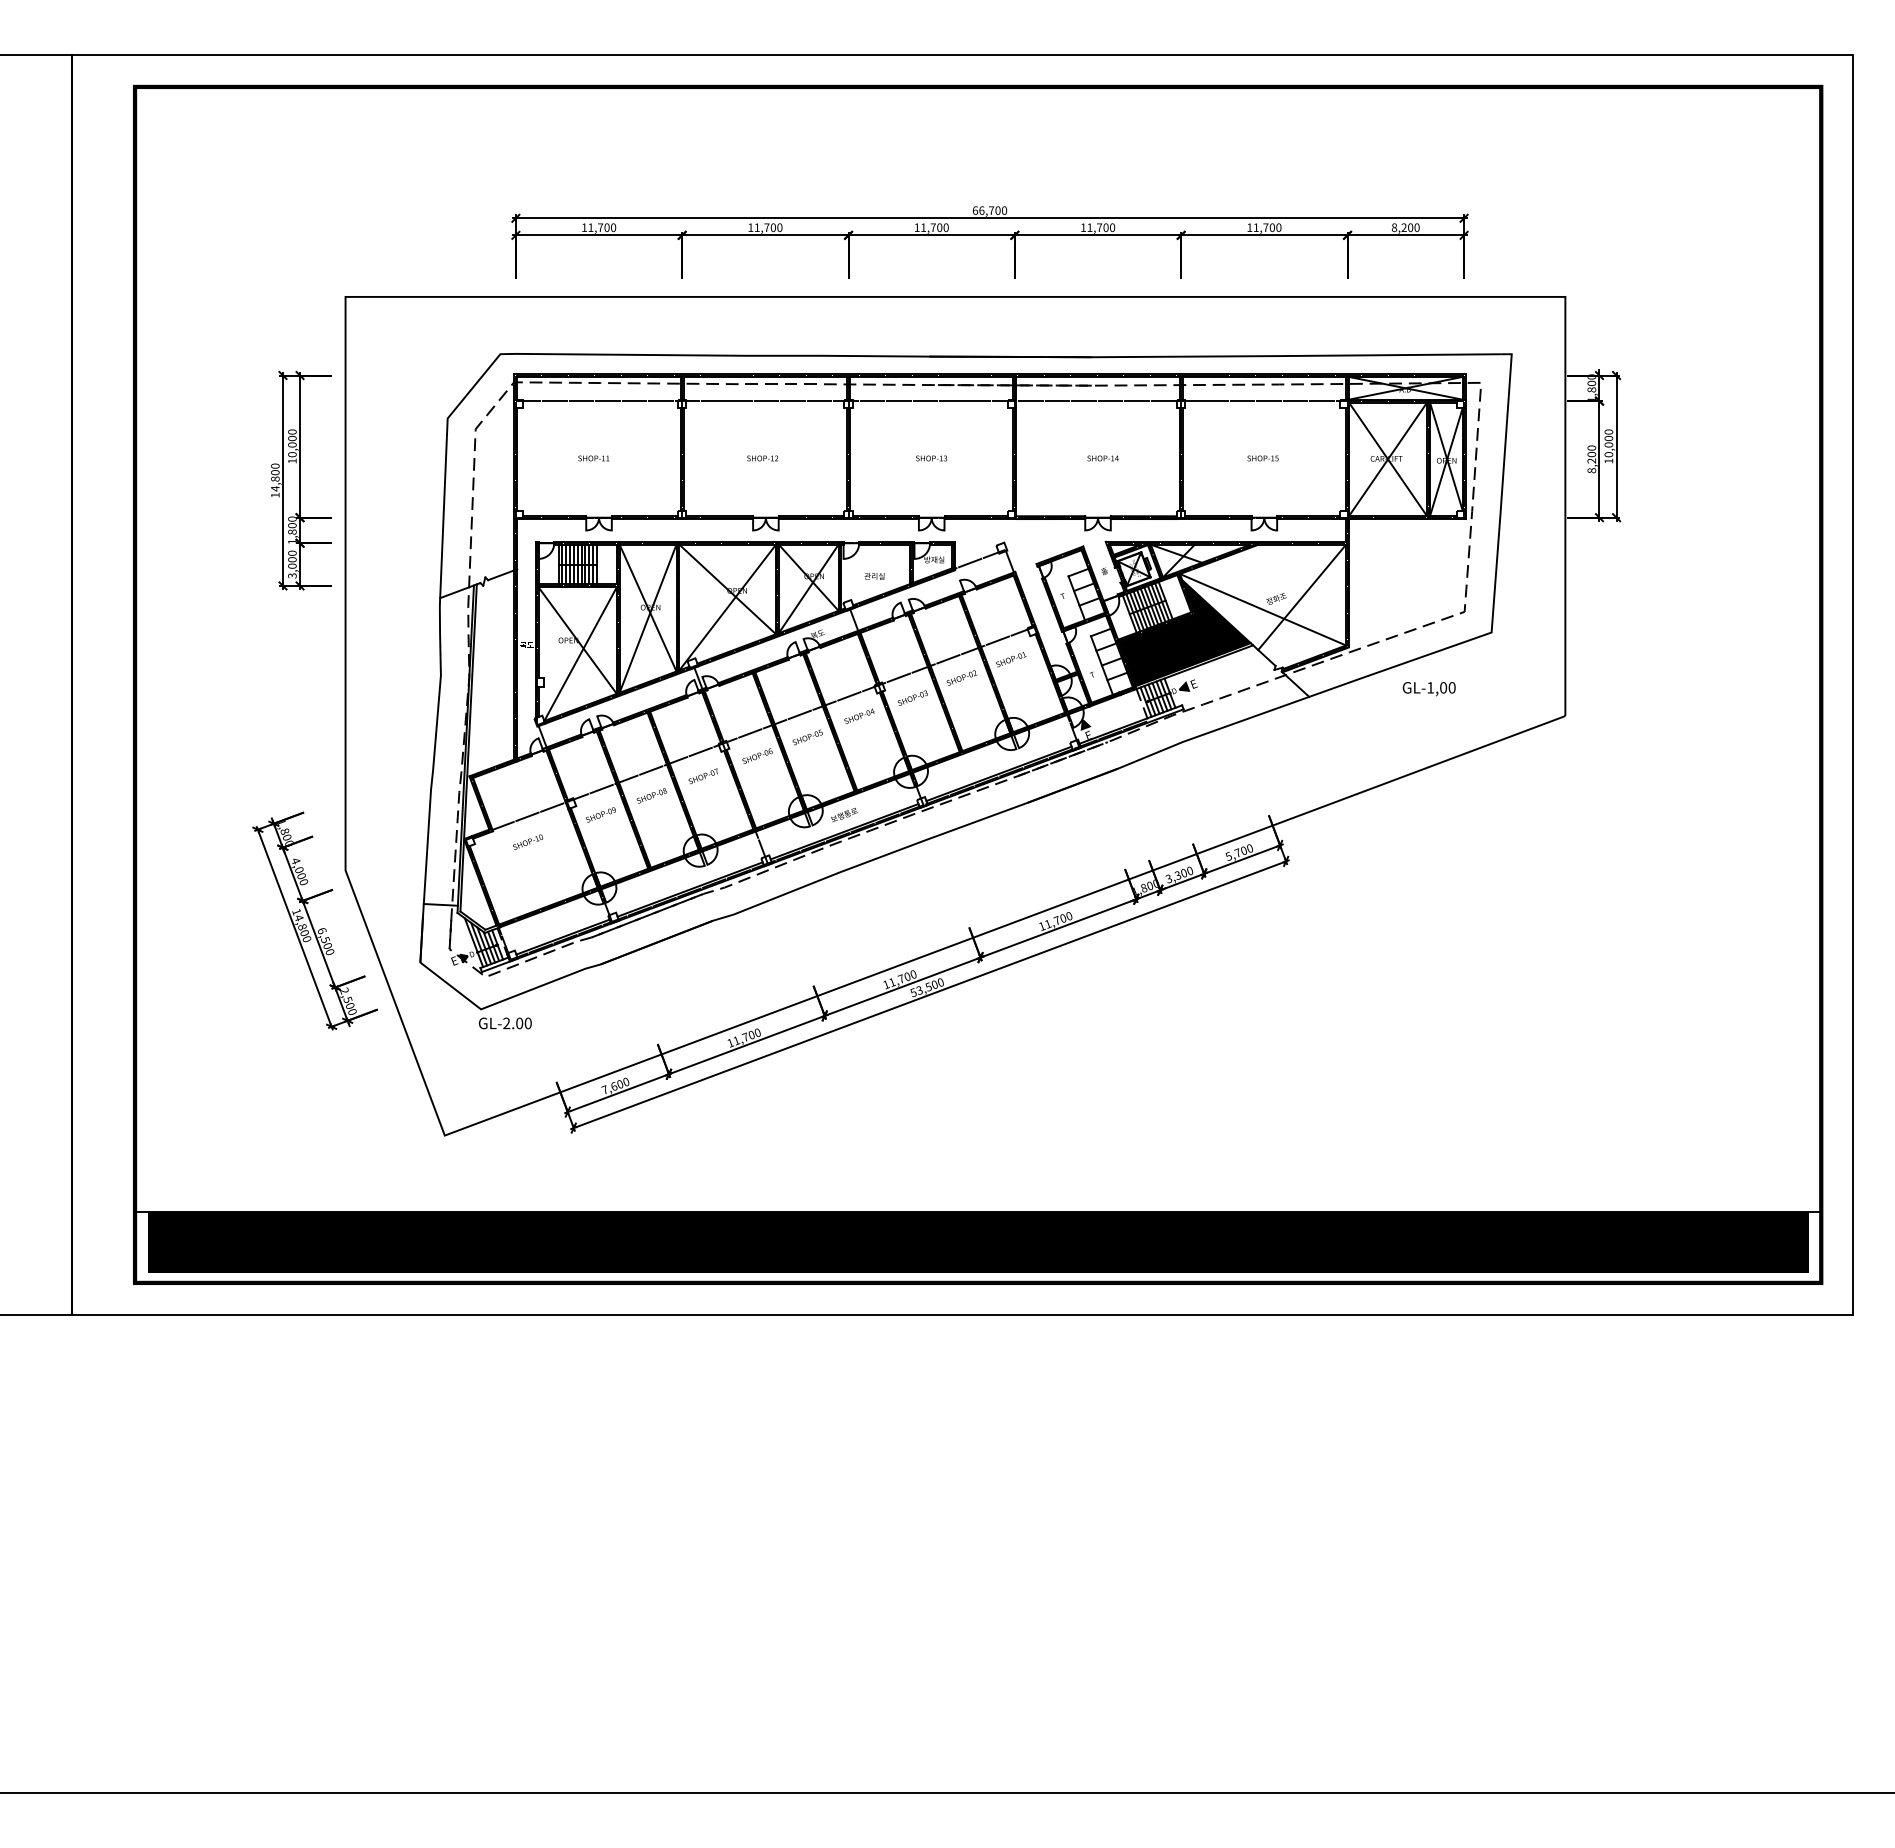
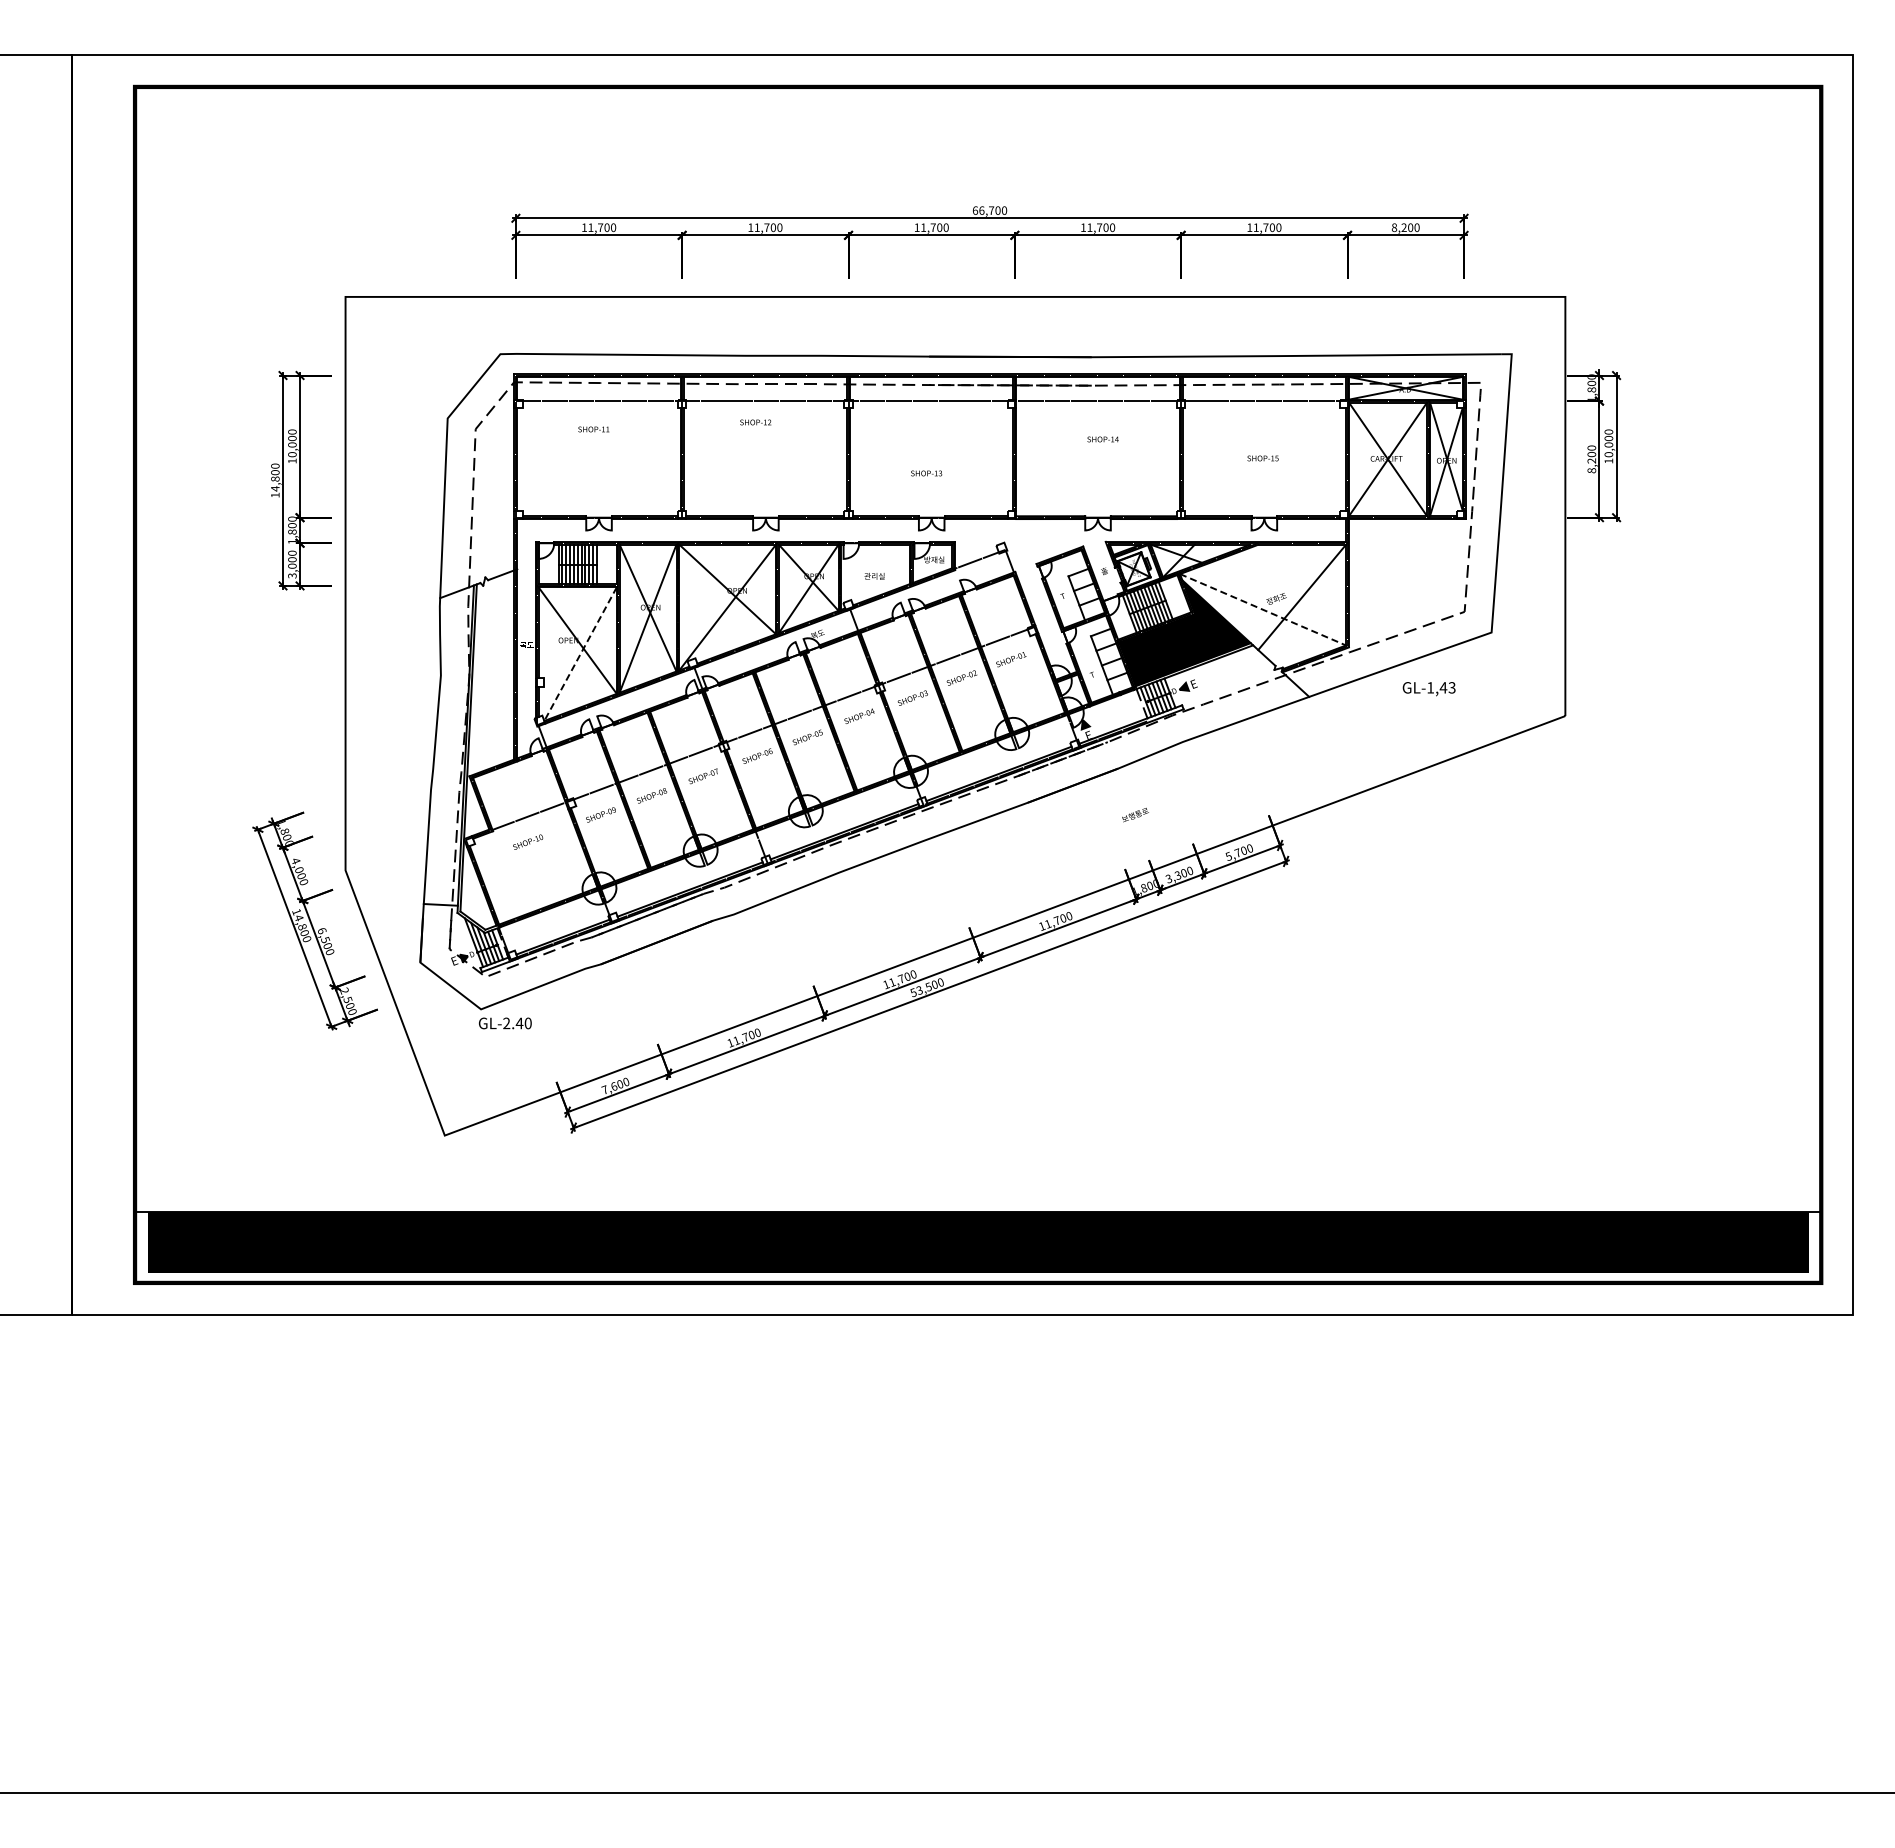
text at (593, 458) position: (593, 458) -> (593, 429)
text at (762, 458) position: (762, 458) -> (755, 422)
text at (931, 458) position: (931, 458) -> (926, 473)
text at (1102, 458) position: (1102, 458) -> (1102, 439)
line at (1263, 609): solid -> dashed
line at (580, 654): solid -> dashed
text at (1447, 687): GL-1,00 -> GL-1,43
text at (844, 814) position: (844, 814) -> (1135, 814)
text at (519, 1023): GL-2.00 -> GL-2.40
